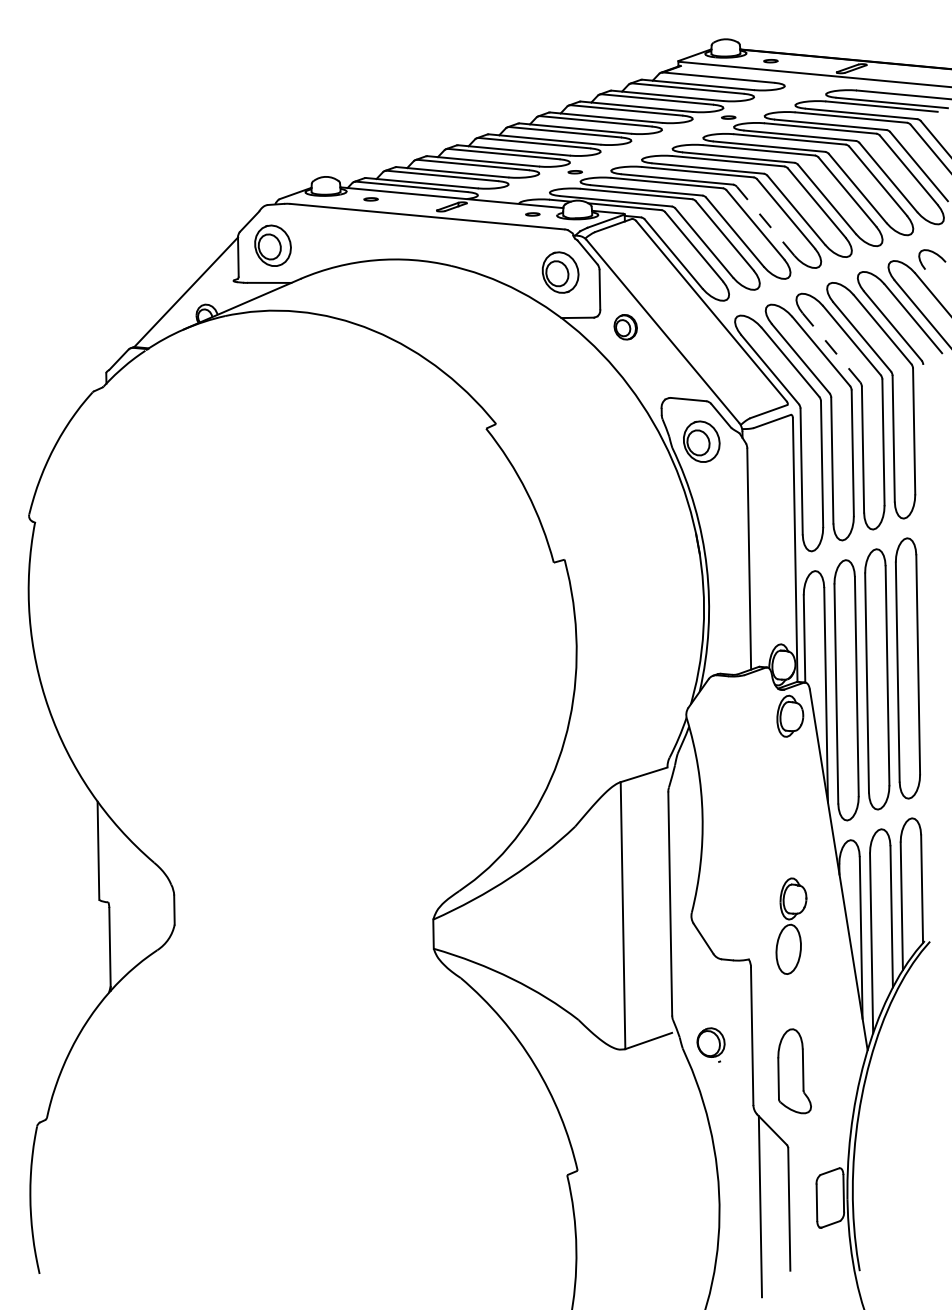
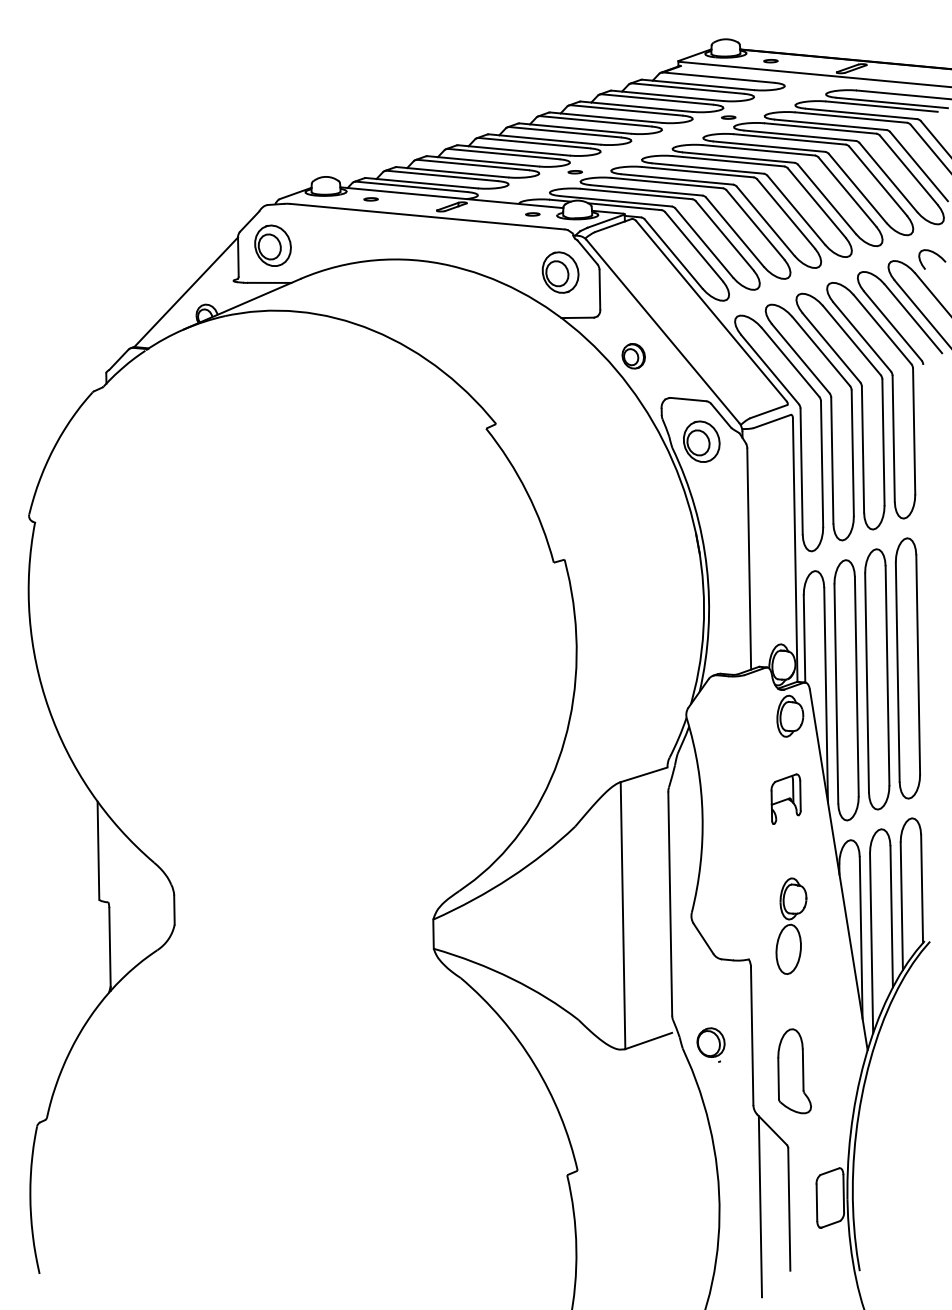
line at (765, 221): dashed -> solid
part at (625, 327) position: (625, 327) -> (633, 356)
line at (831, 347): dashed -> solid
part at (785, 798): none -> present
